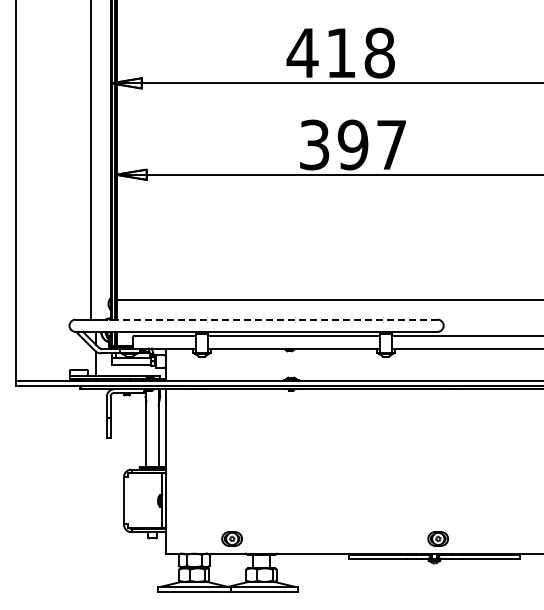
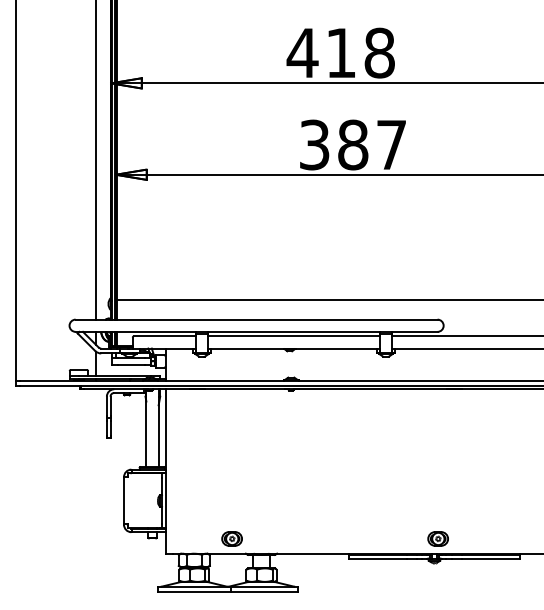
text at (352, 144): 397 -> 387
line at (91, 160) position: (91, 160) -> (96, 160)
line at (271, 319): dashed -> solid
